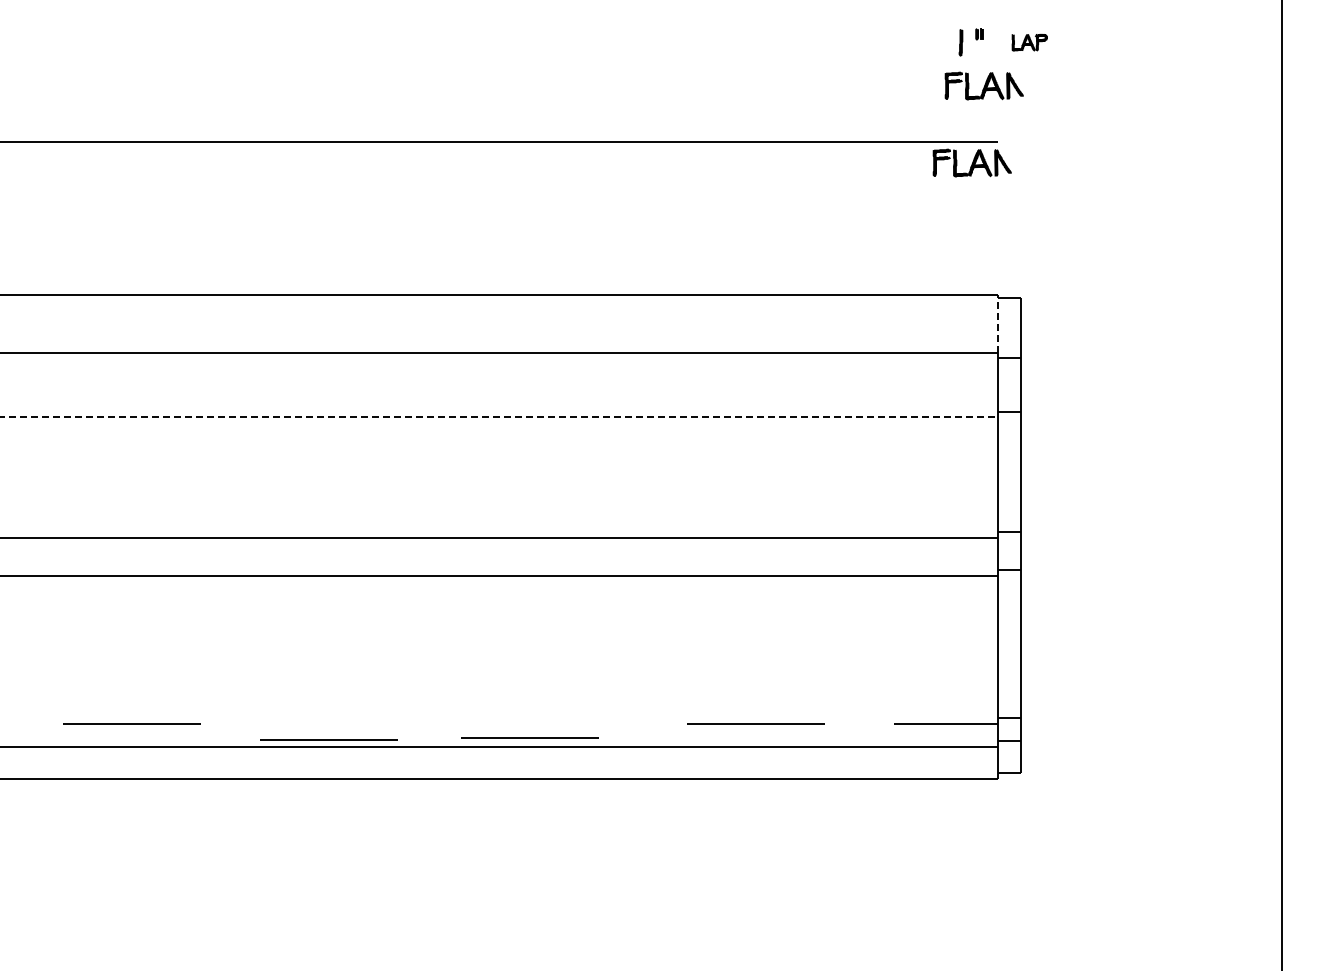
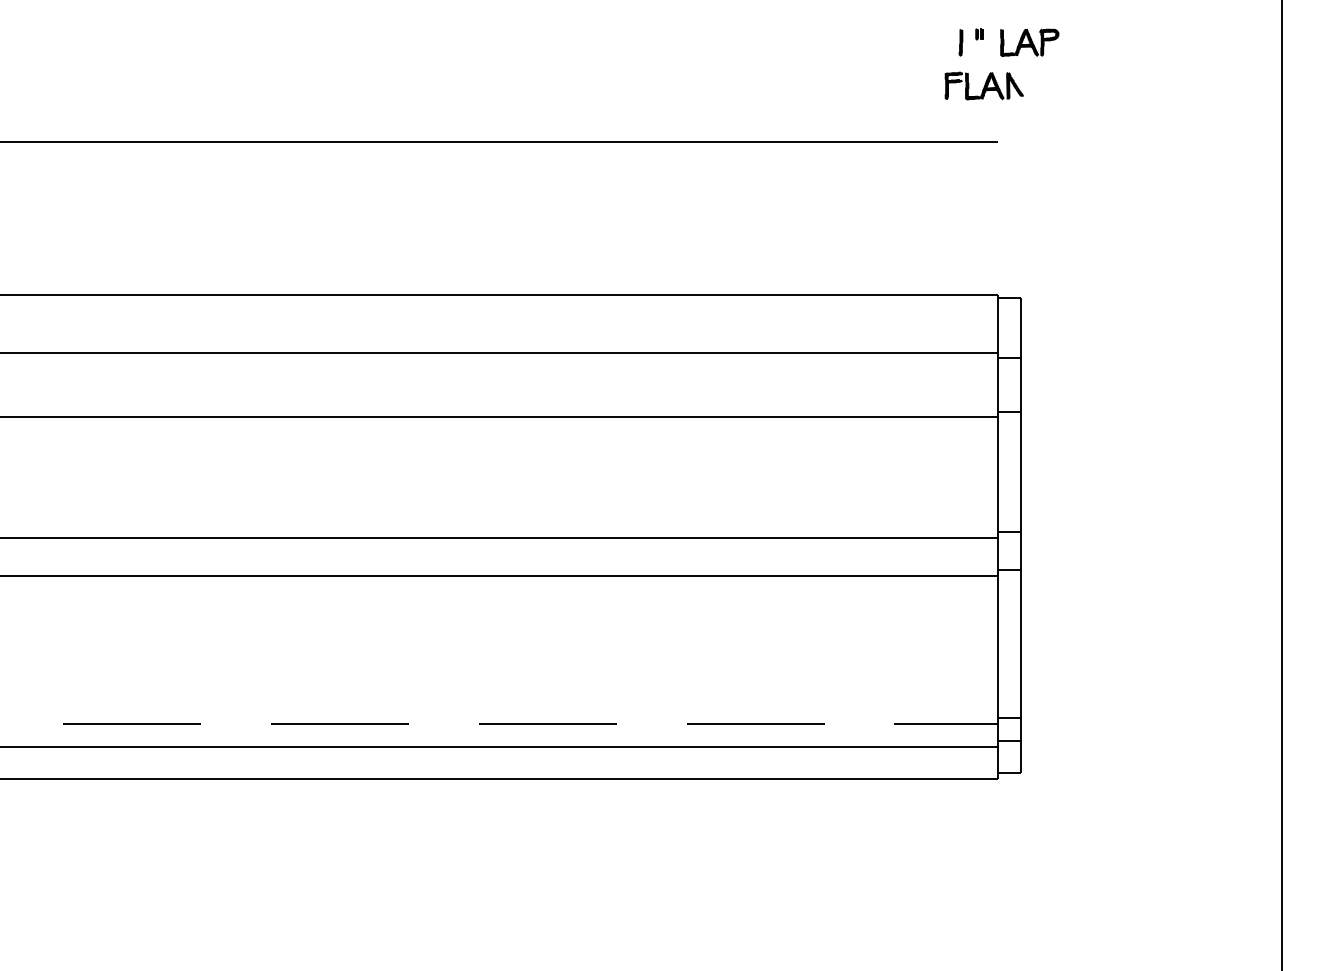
part at (1029, 42) size: 37x18 px -> 60x29 px
part at (971, 162): present -> none
line at (998, 324): dashed -> solid
line at (499, 416): dashed -> solid
line at (529, 737) position: (529, 737) -> (547, 723)
line at (328, 739) position: (328, 739) -> (339, 723)
